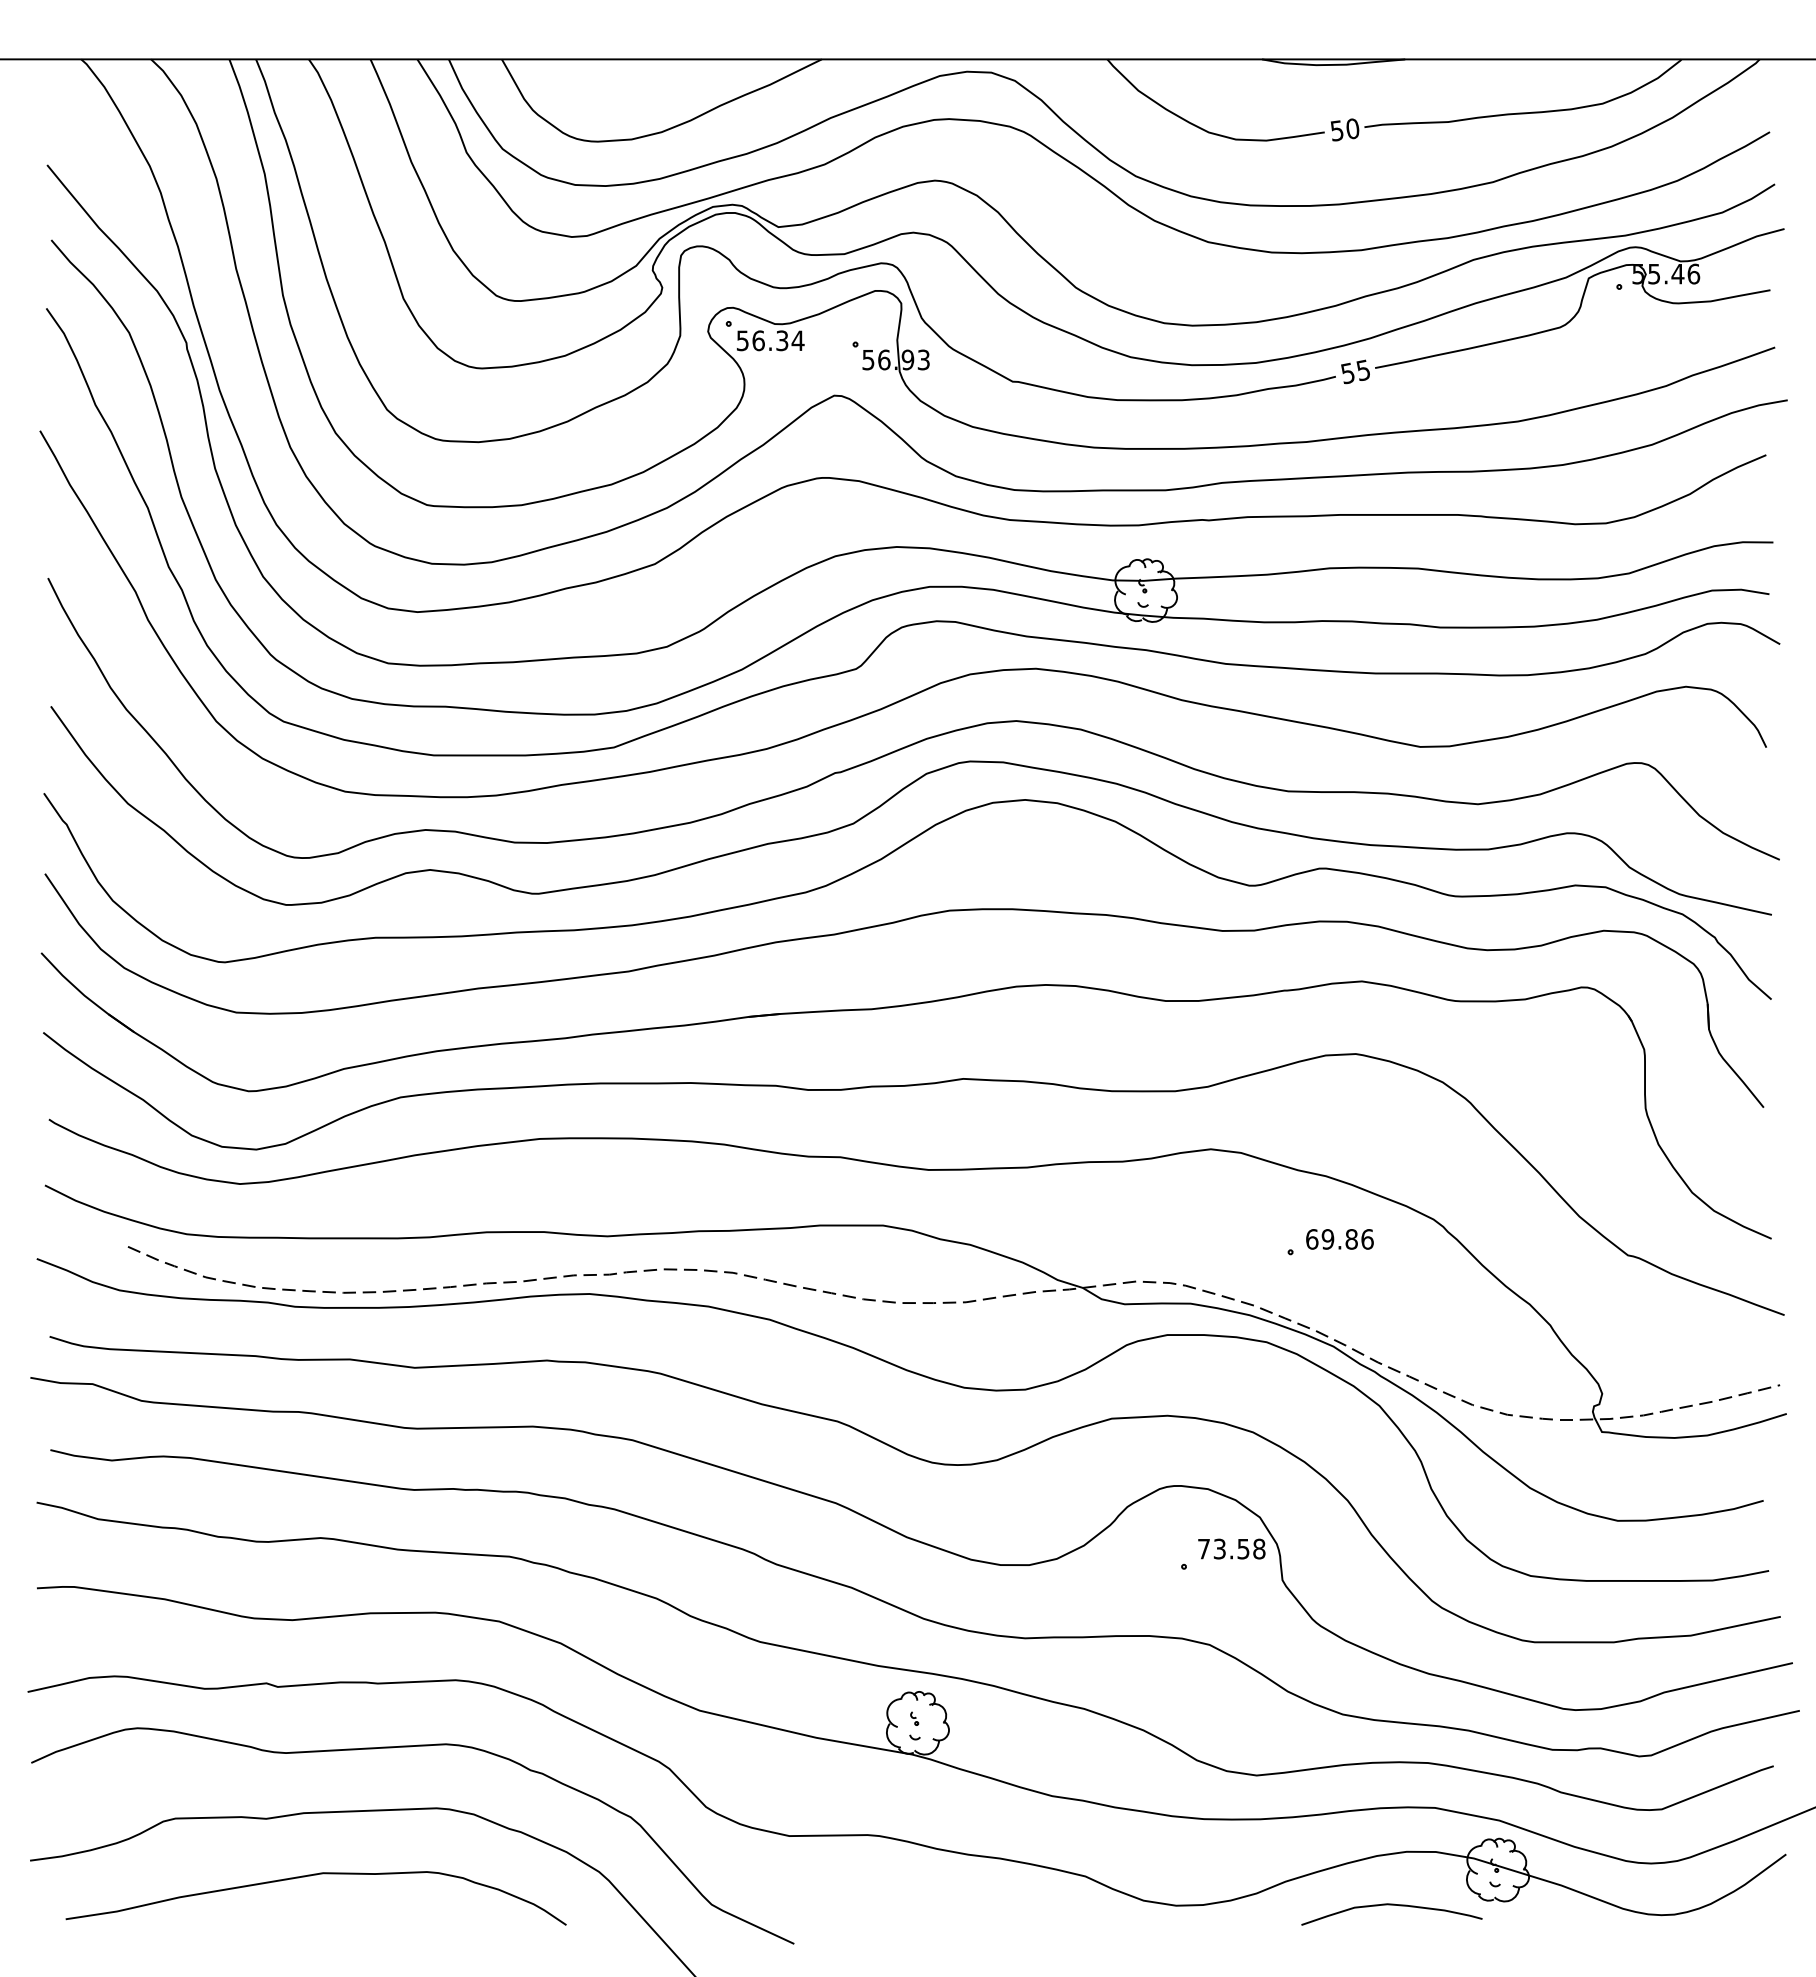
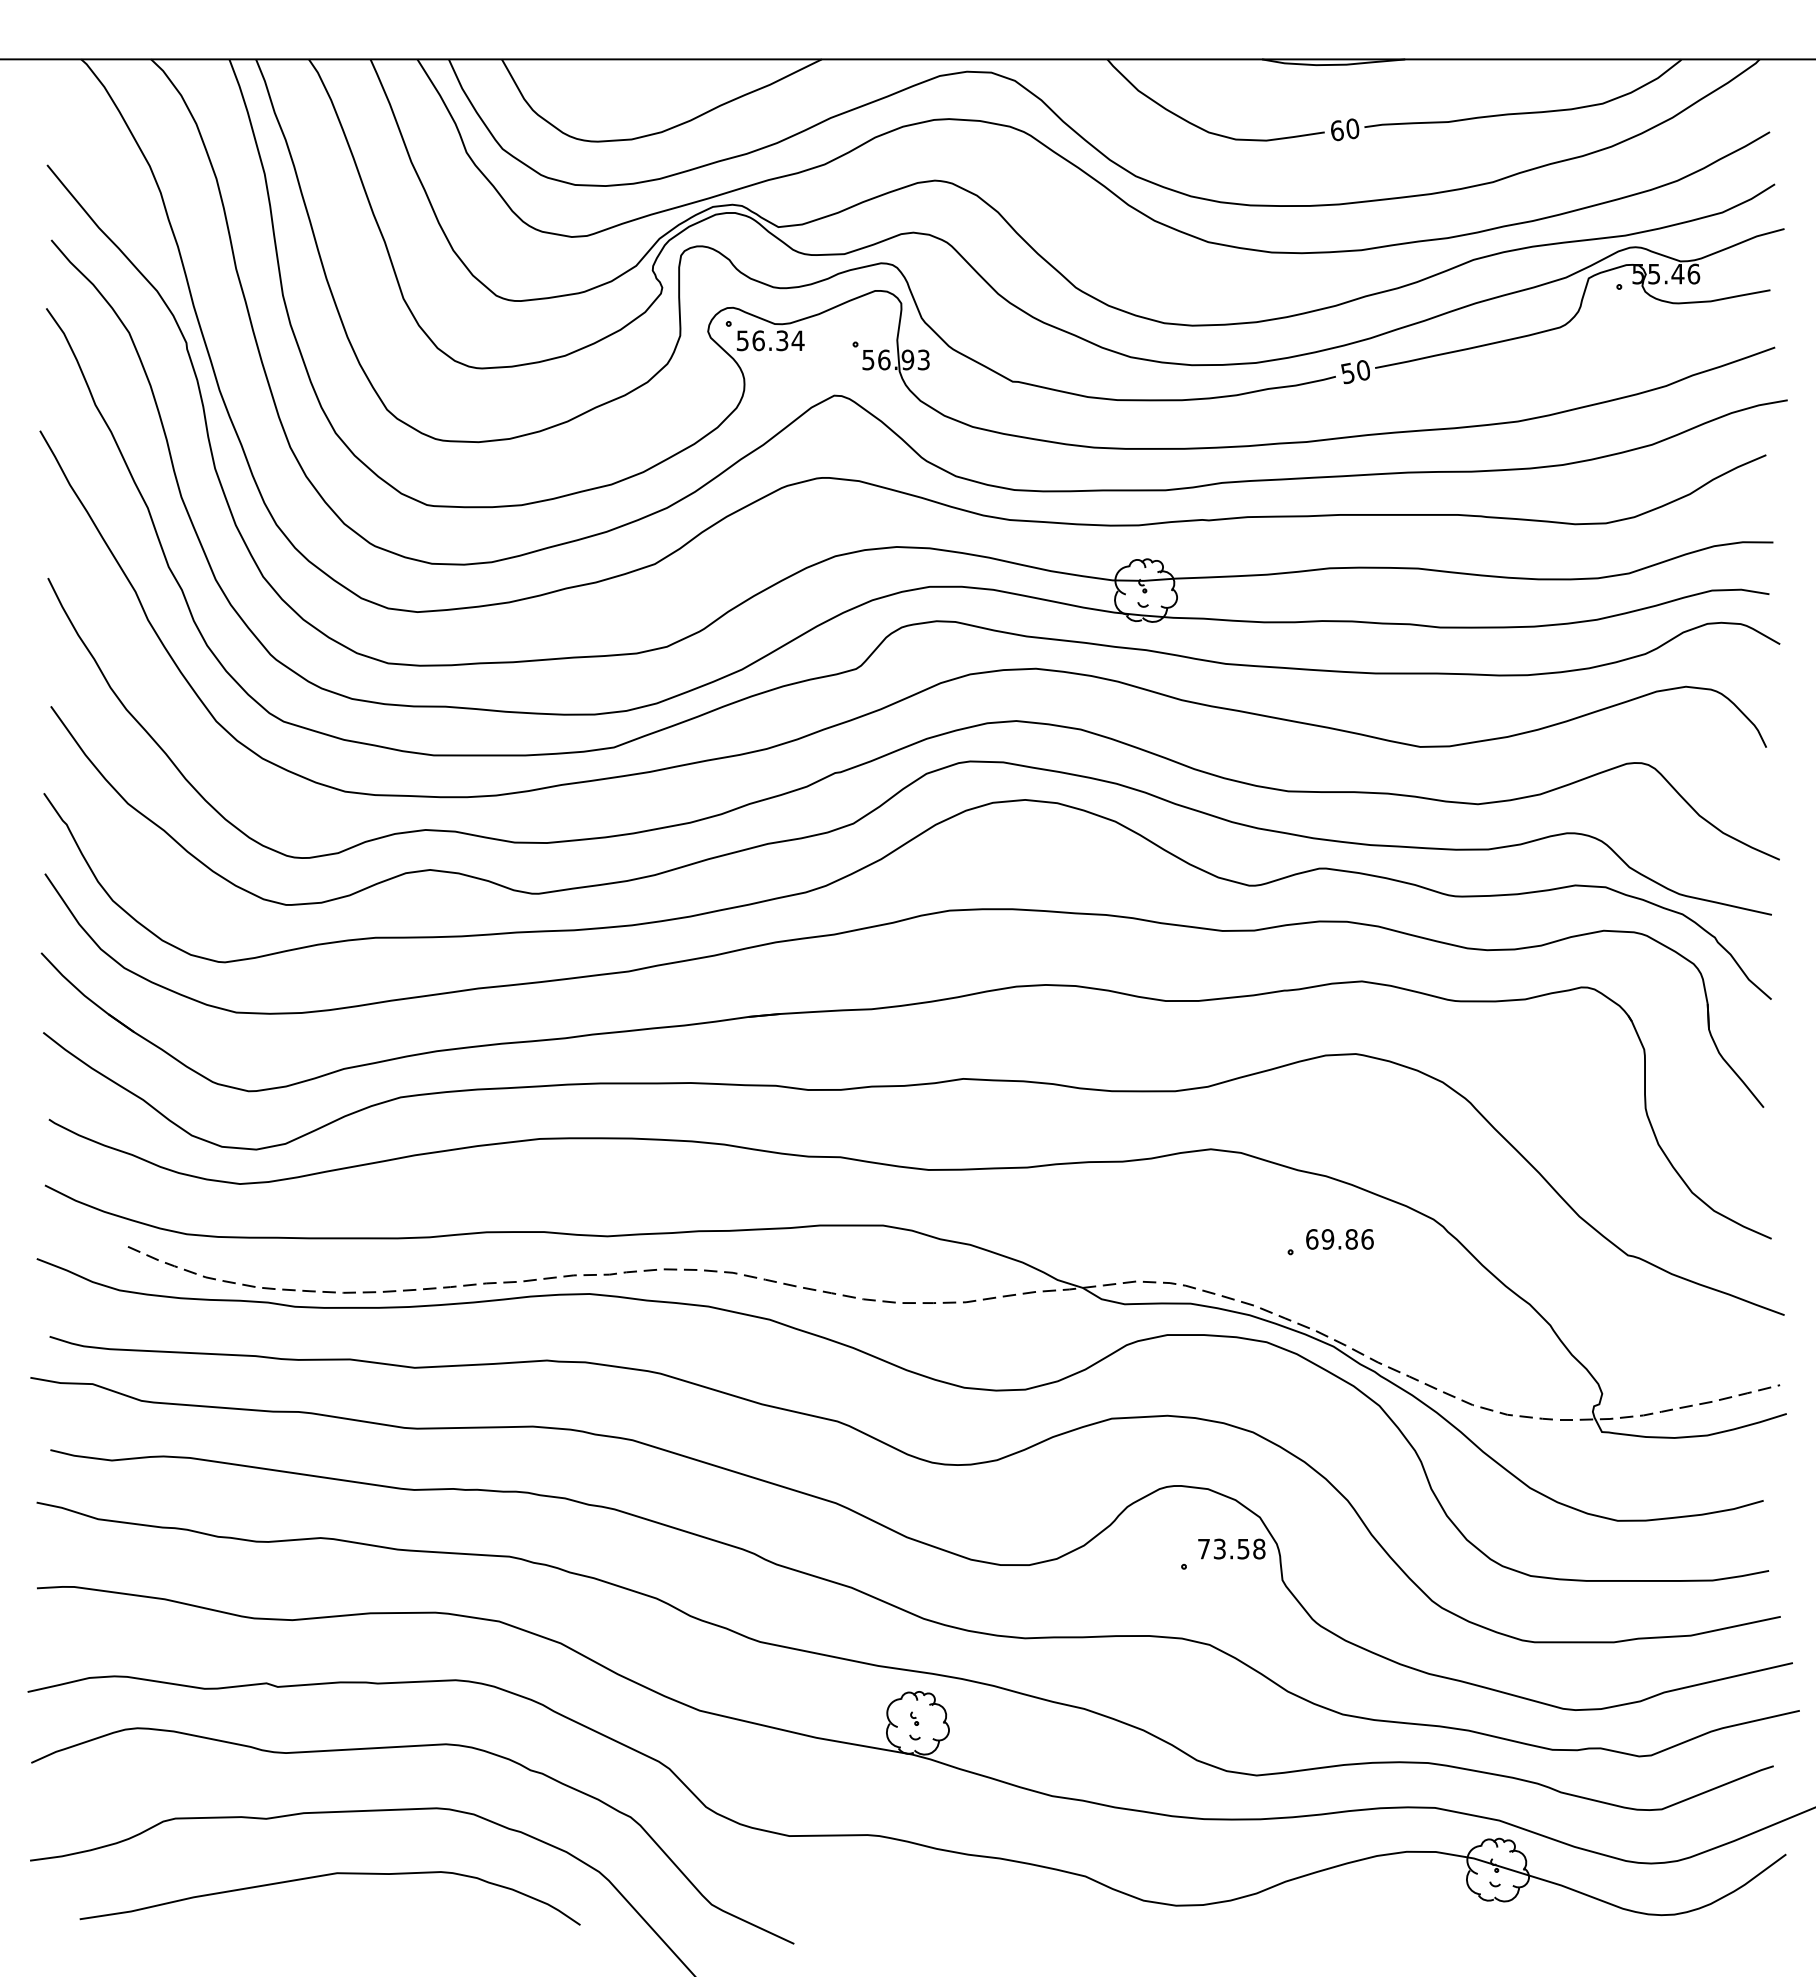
text at (1336, 130): 50 -> 60
text at (1362, 369): 55 -> 50
curve at (311, 1876) position: (311, 1876) -> (325, 1876)
curve at (1391, 1905): present -> none
